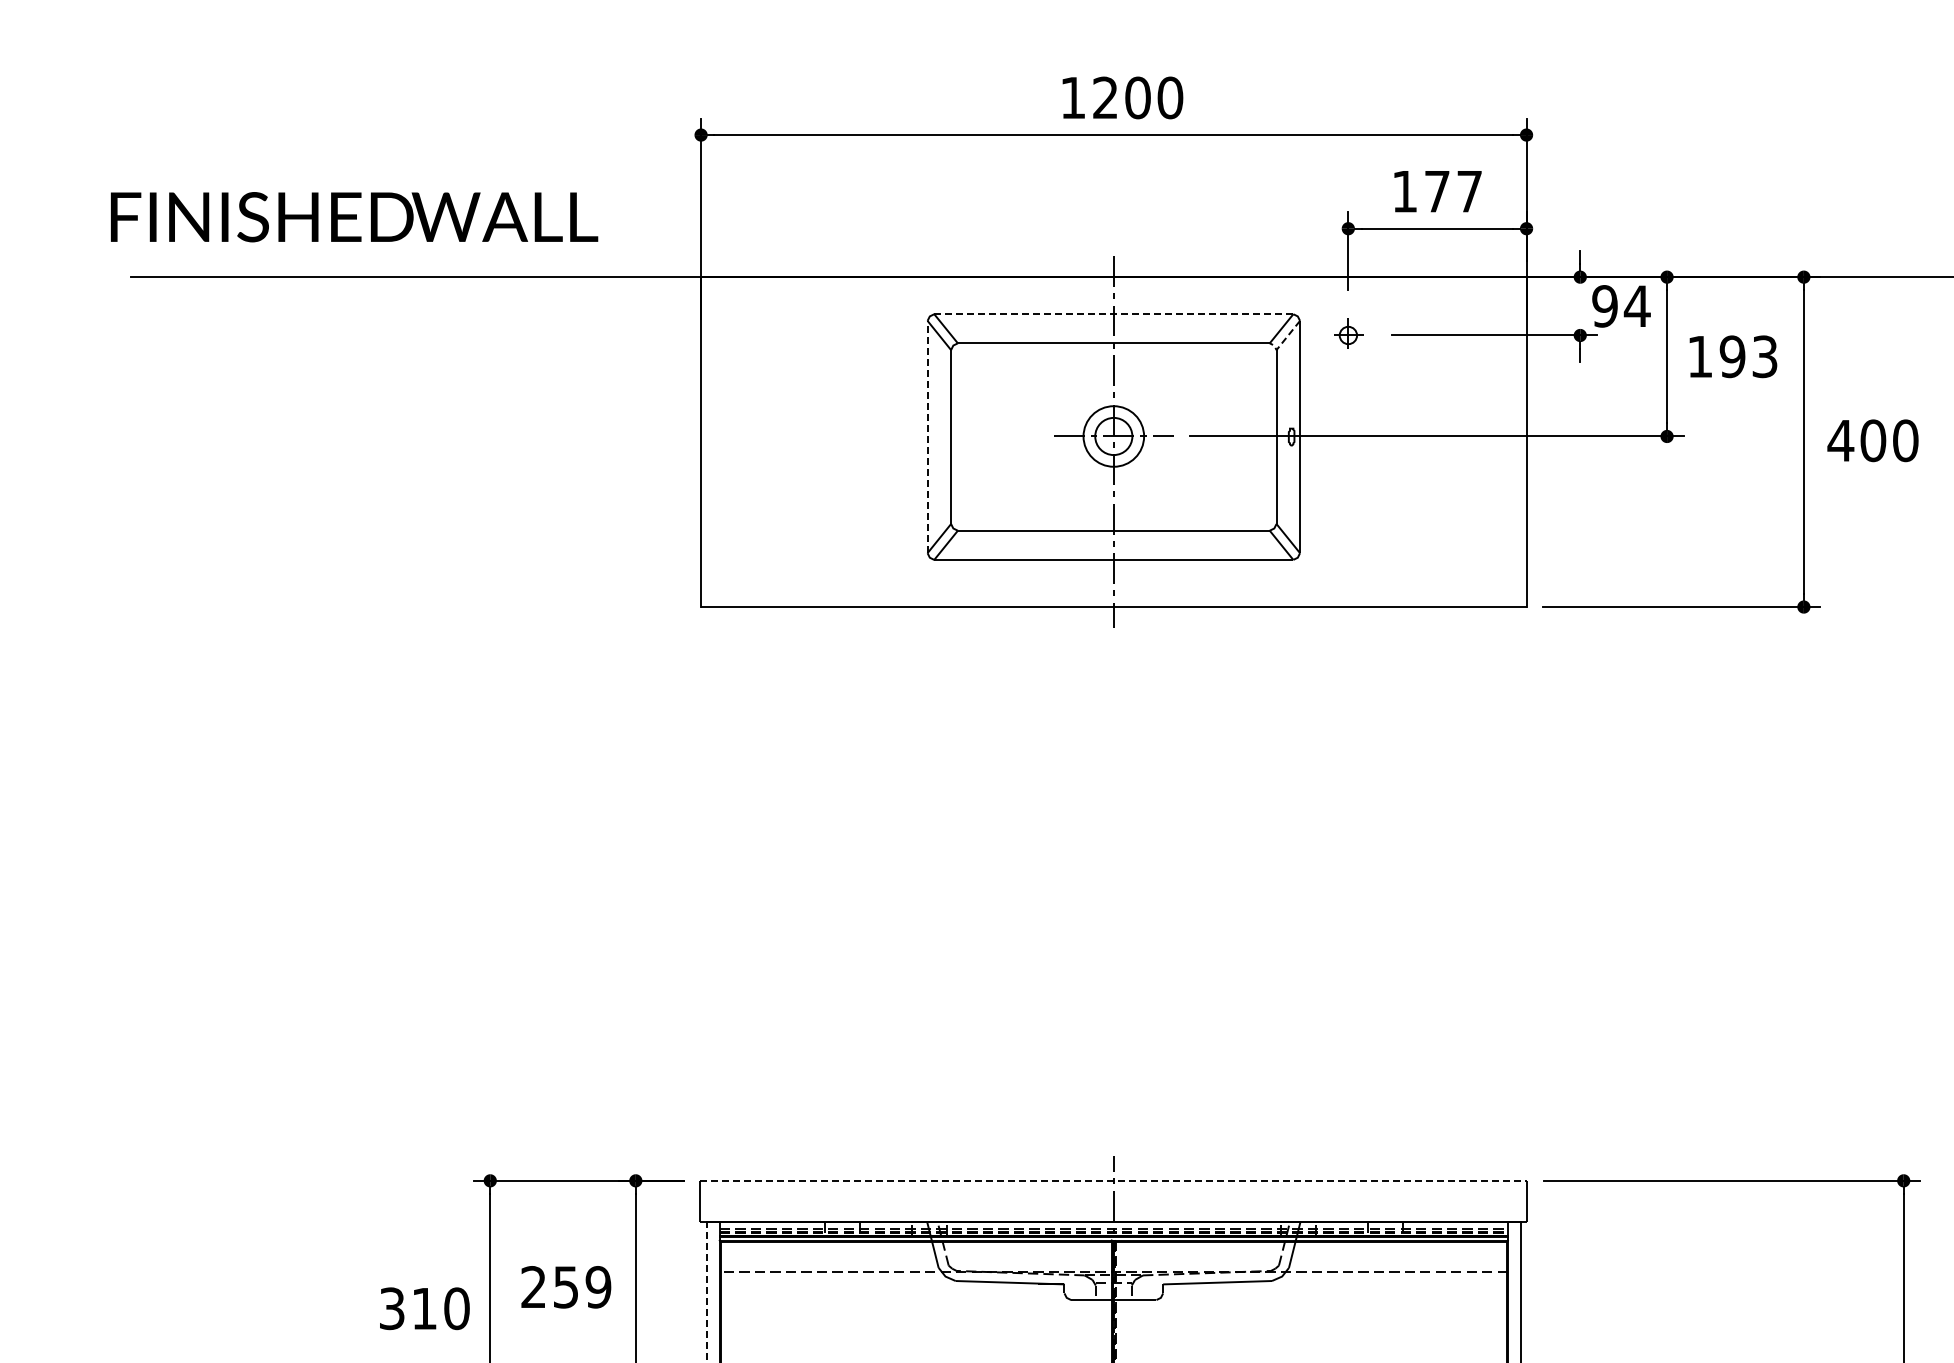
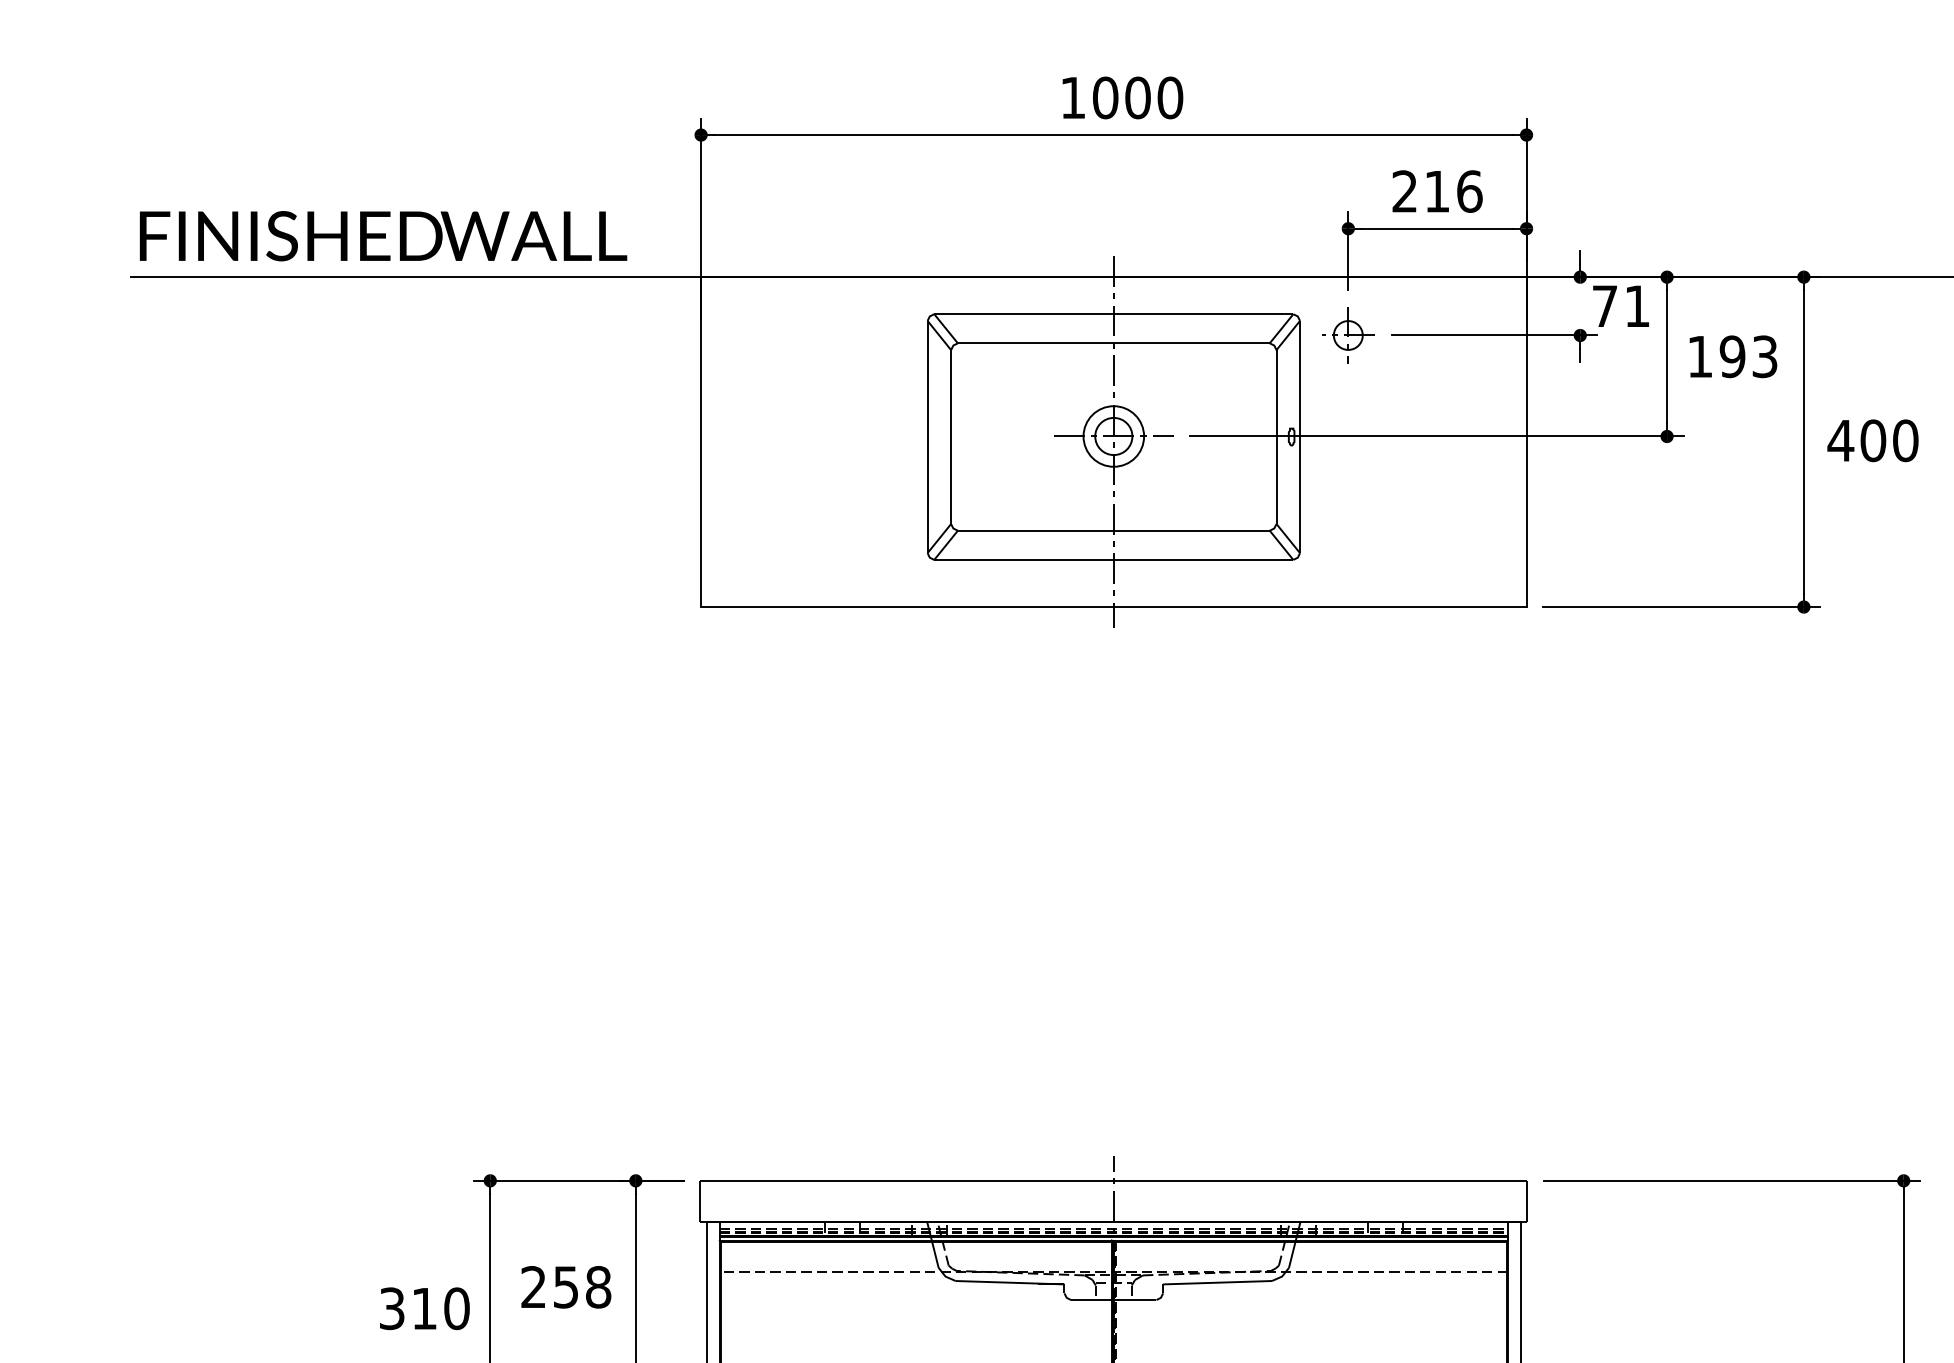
text at (1105, 97): 1200 -> 1000
text at (1437, 191): 177 -> 216
text at (354, 217) position: (354, 217) -> (383, 236)
text at (1621, 306): 94 -> 71
line at (1113, 314): dashed -> solid
part at (1348, 333) size: 30x31 px -> 53x57 px
line at (1283, 340): dashed -> solid
line at (927, 436): dashed -> solid
line at (1113, 1180): dashed -> solid
text at (598, 1287): 259 -> 258
line at (706, 1292): dashed -> solid
